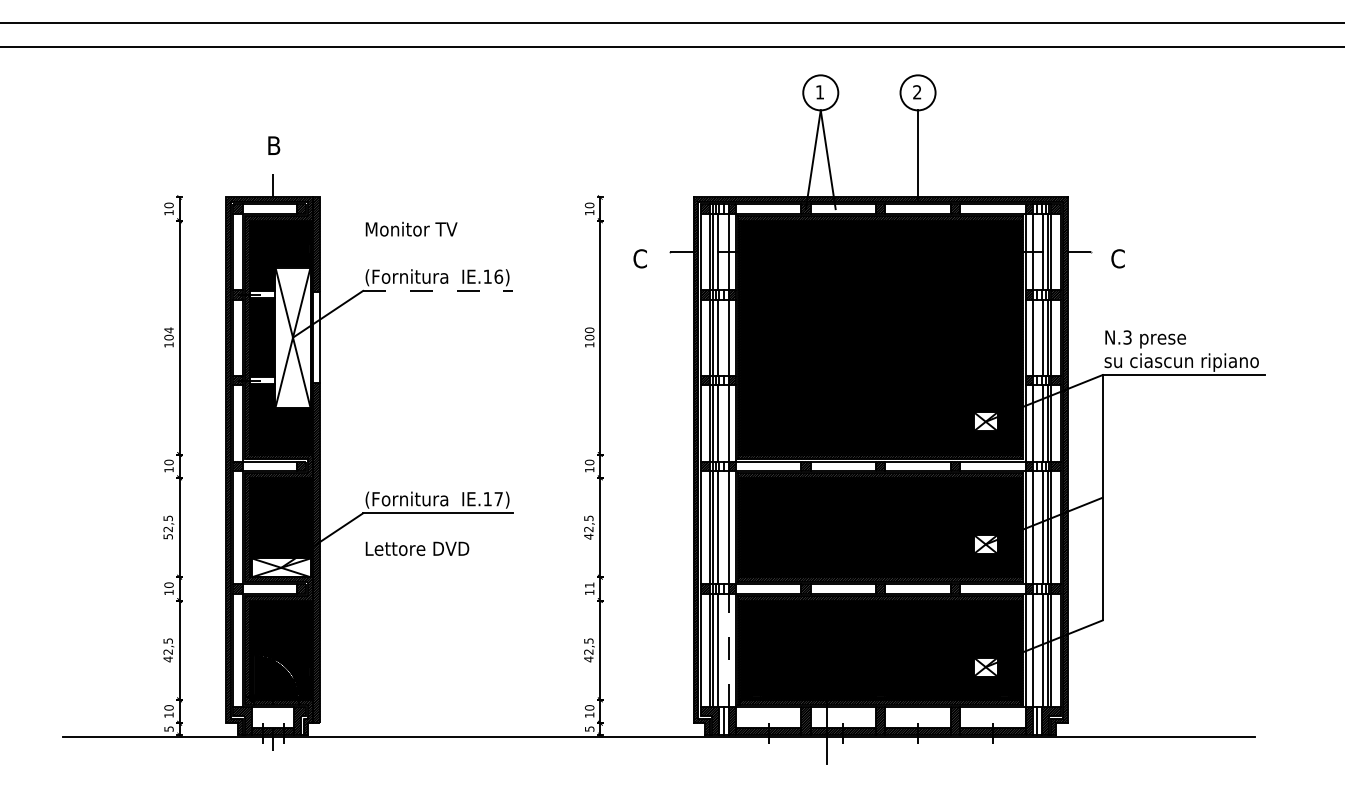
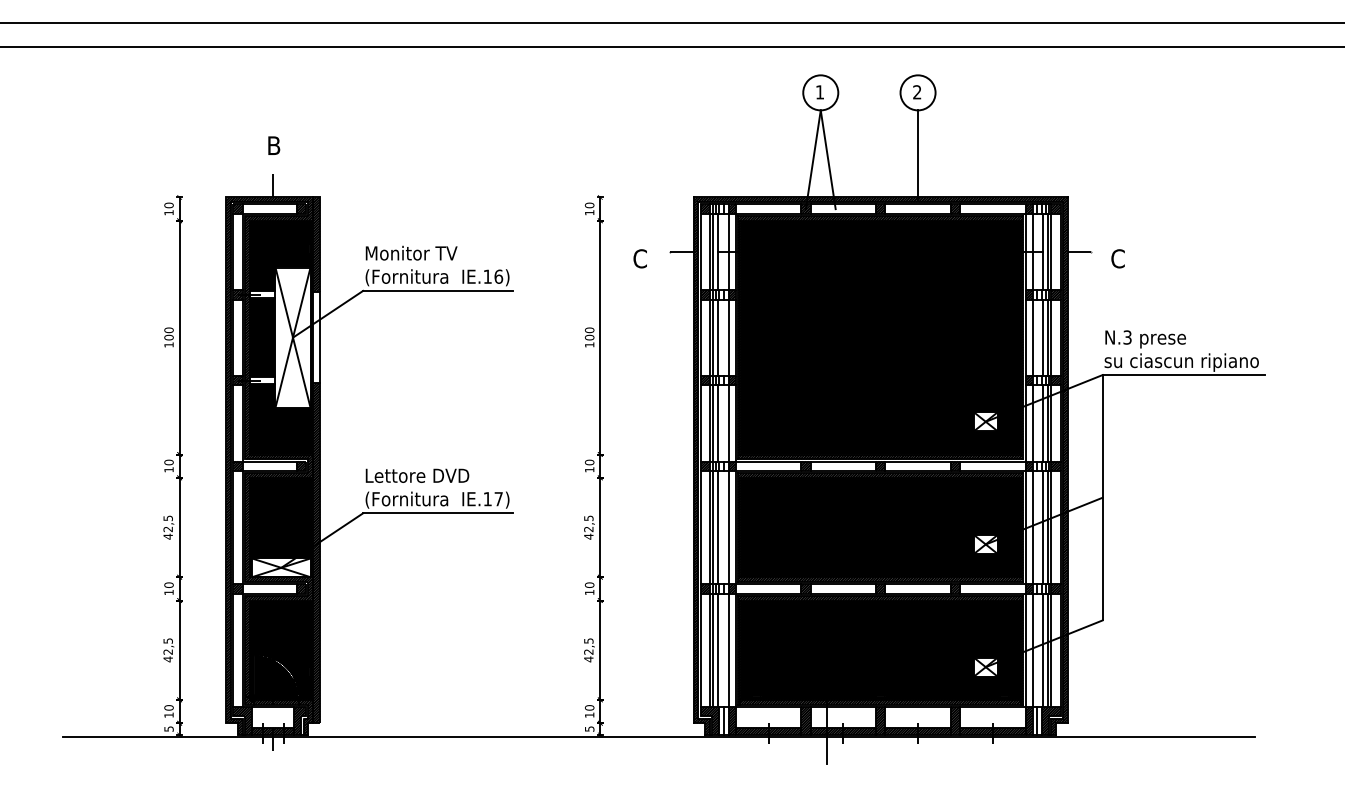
text at (411, 228) position: (411, 228) -> (411, 252)
line at (437, 290): dashed -> solid
text at (168, 330): 104 -> 100
text at (167, 536): 52,5 -> 42,5
text at (417, 548) position: (417, 548) -> (417, 475)
text at (589, 584): 11 -> 10
line at (728, 650): dashed -> solid
